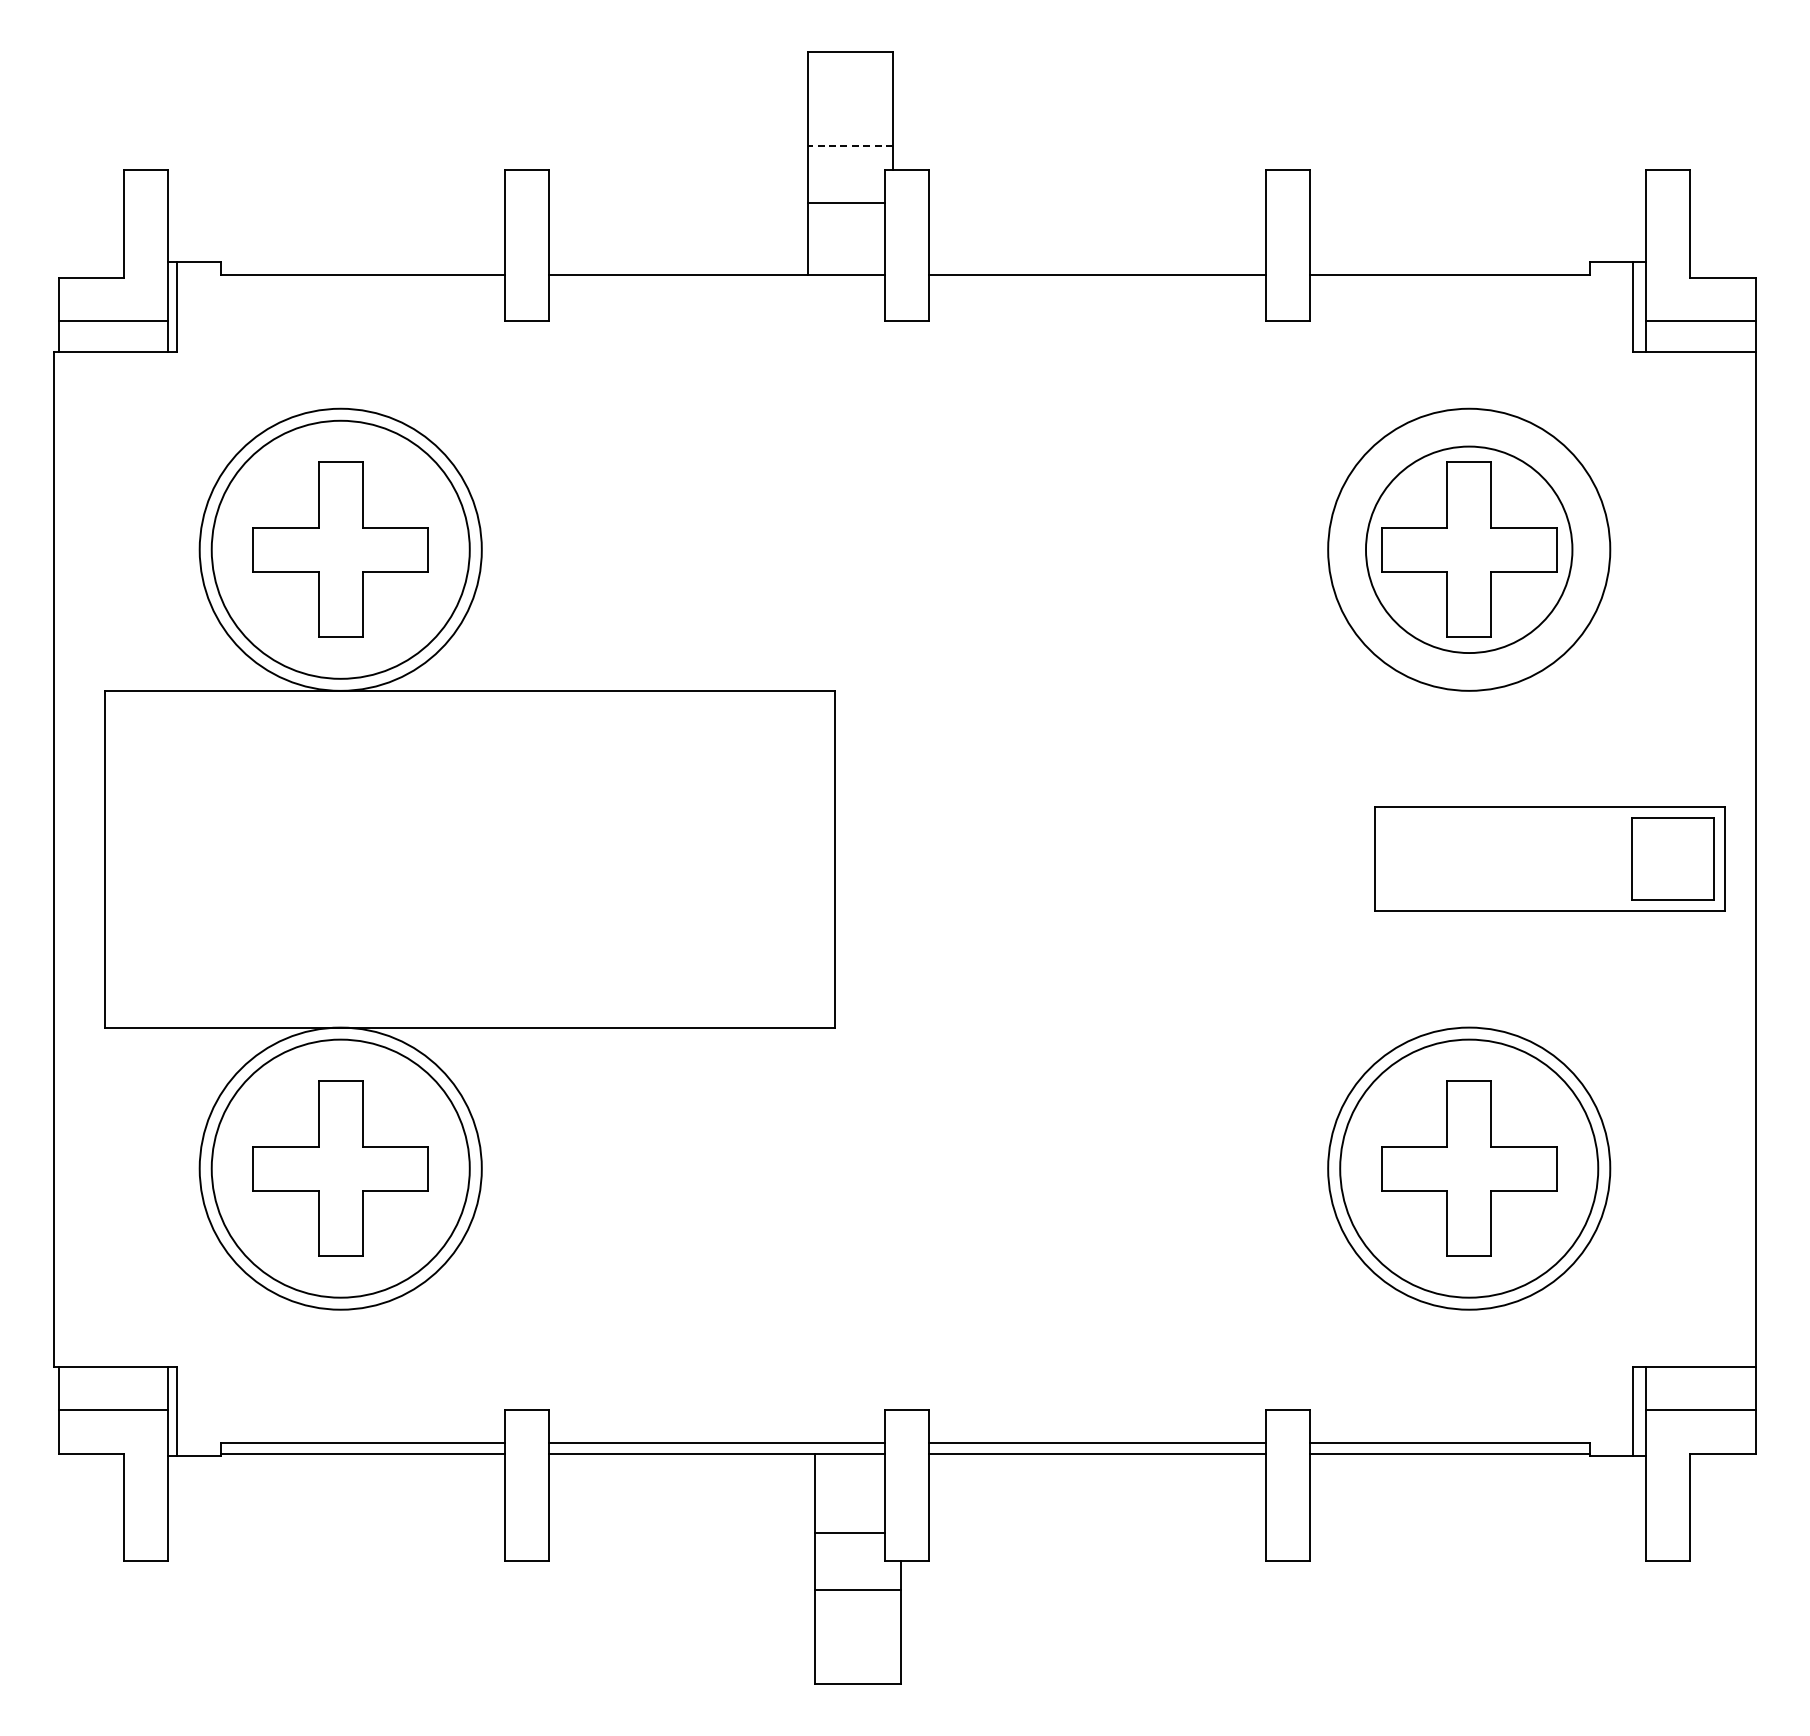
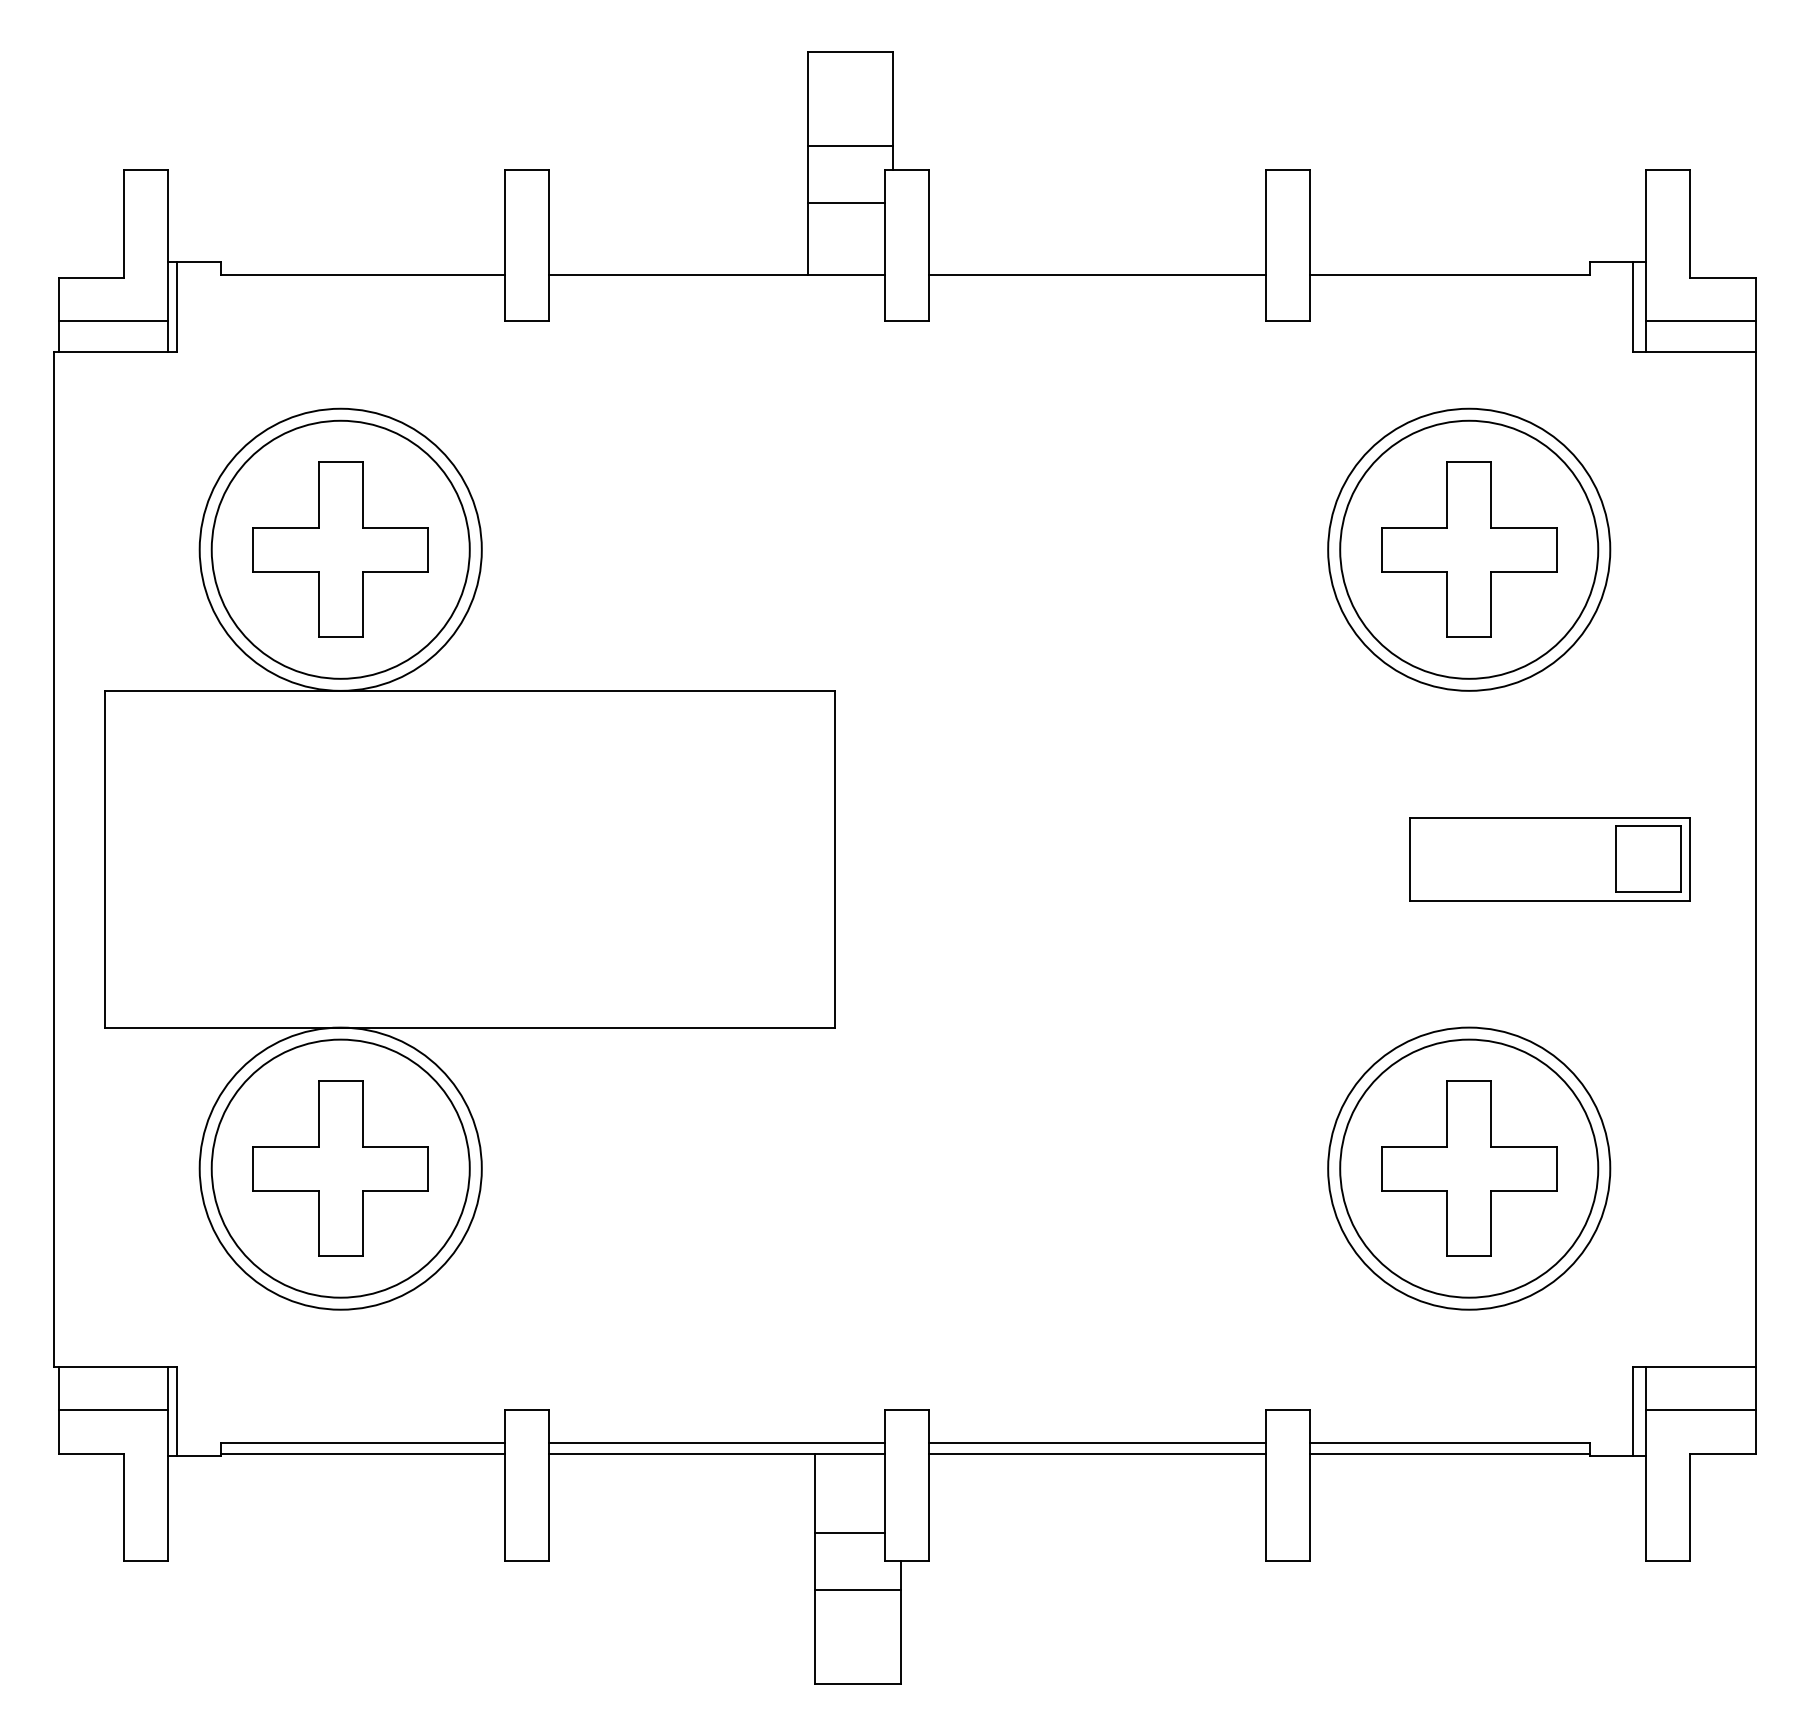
line at (850, 146): dashed -> solid
circle at (1469, 549) diameter: 206 px -> 258 px
part at (1549, 858) size: 352x106 px -> 282x85 px
